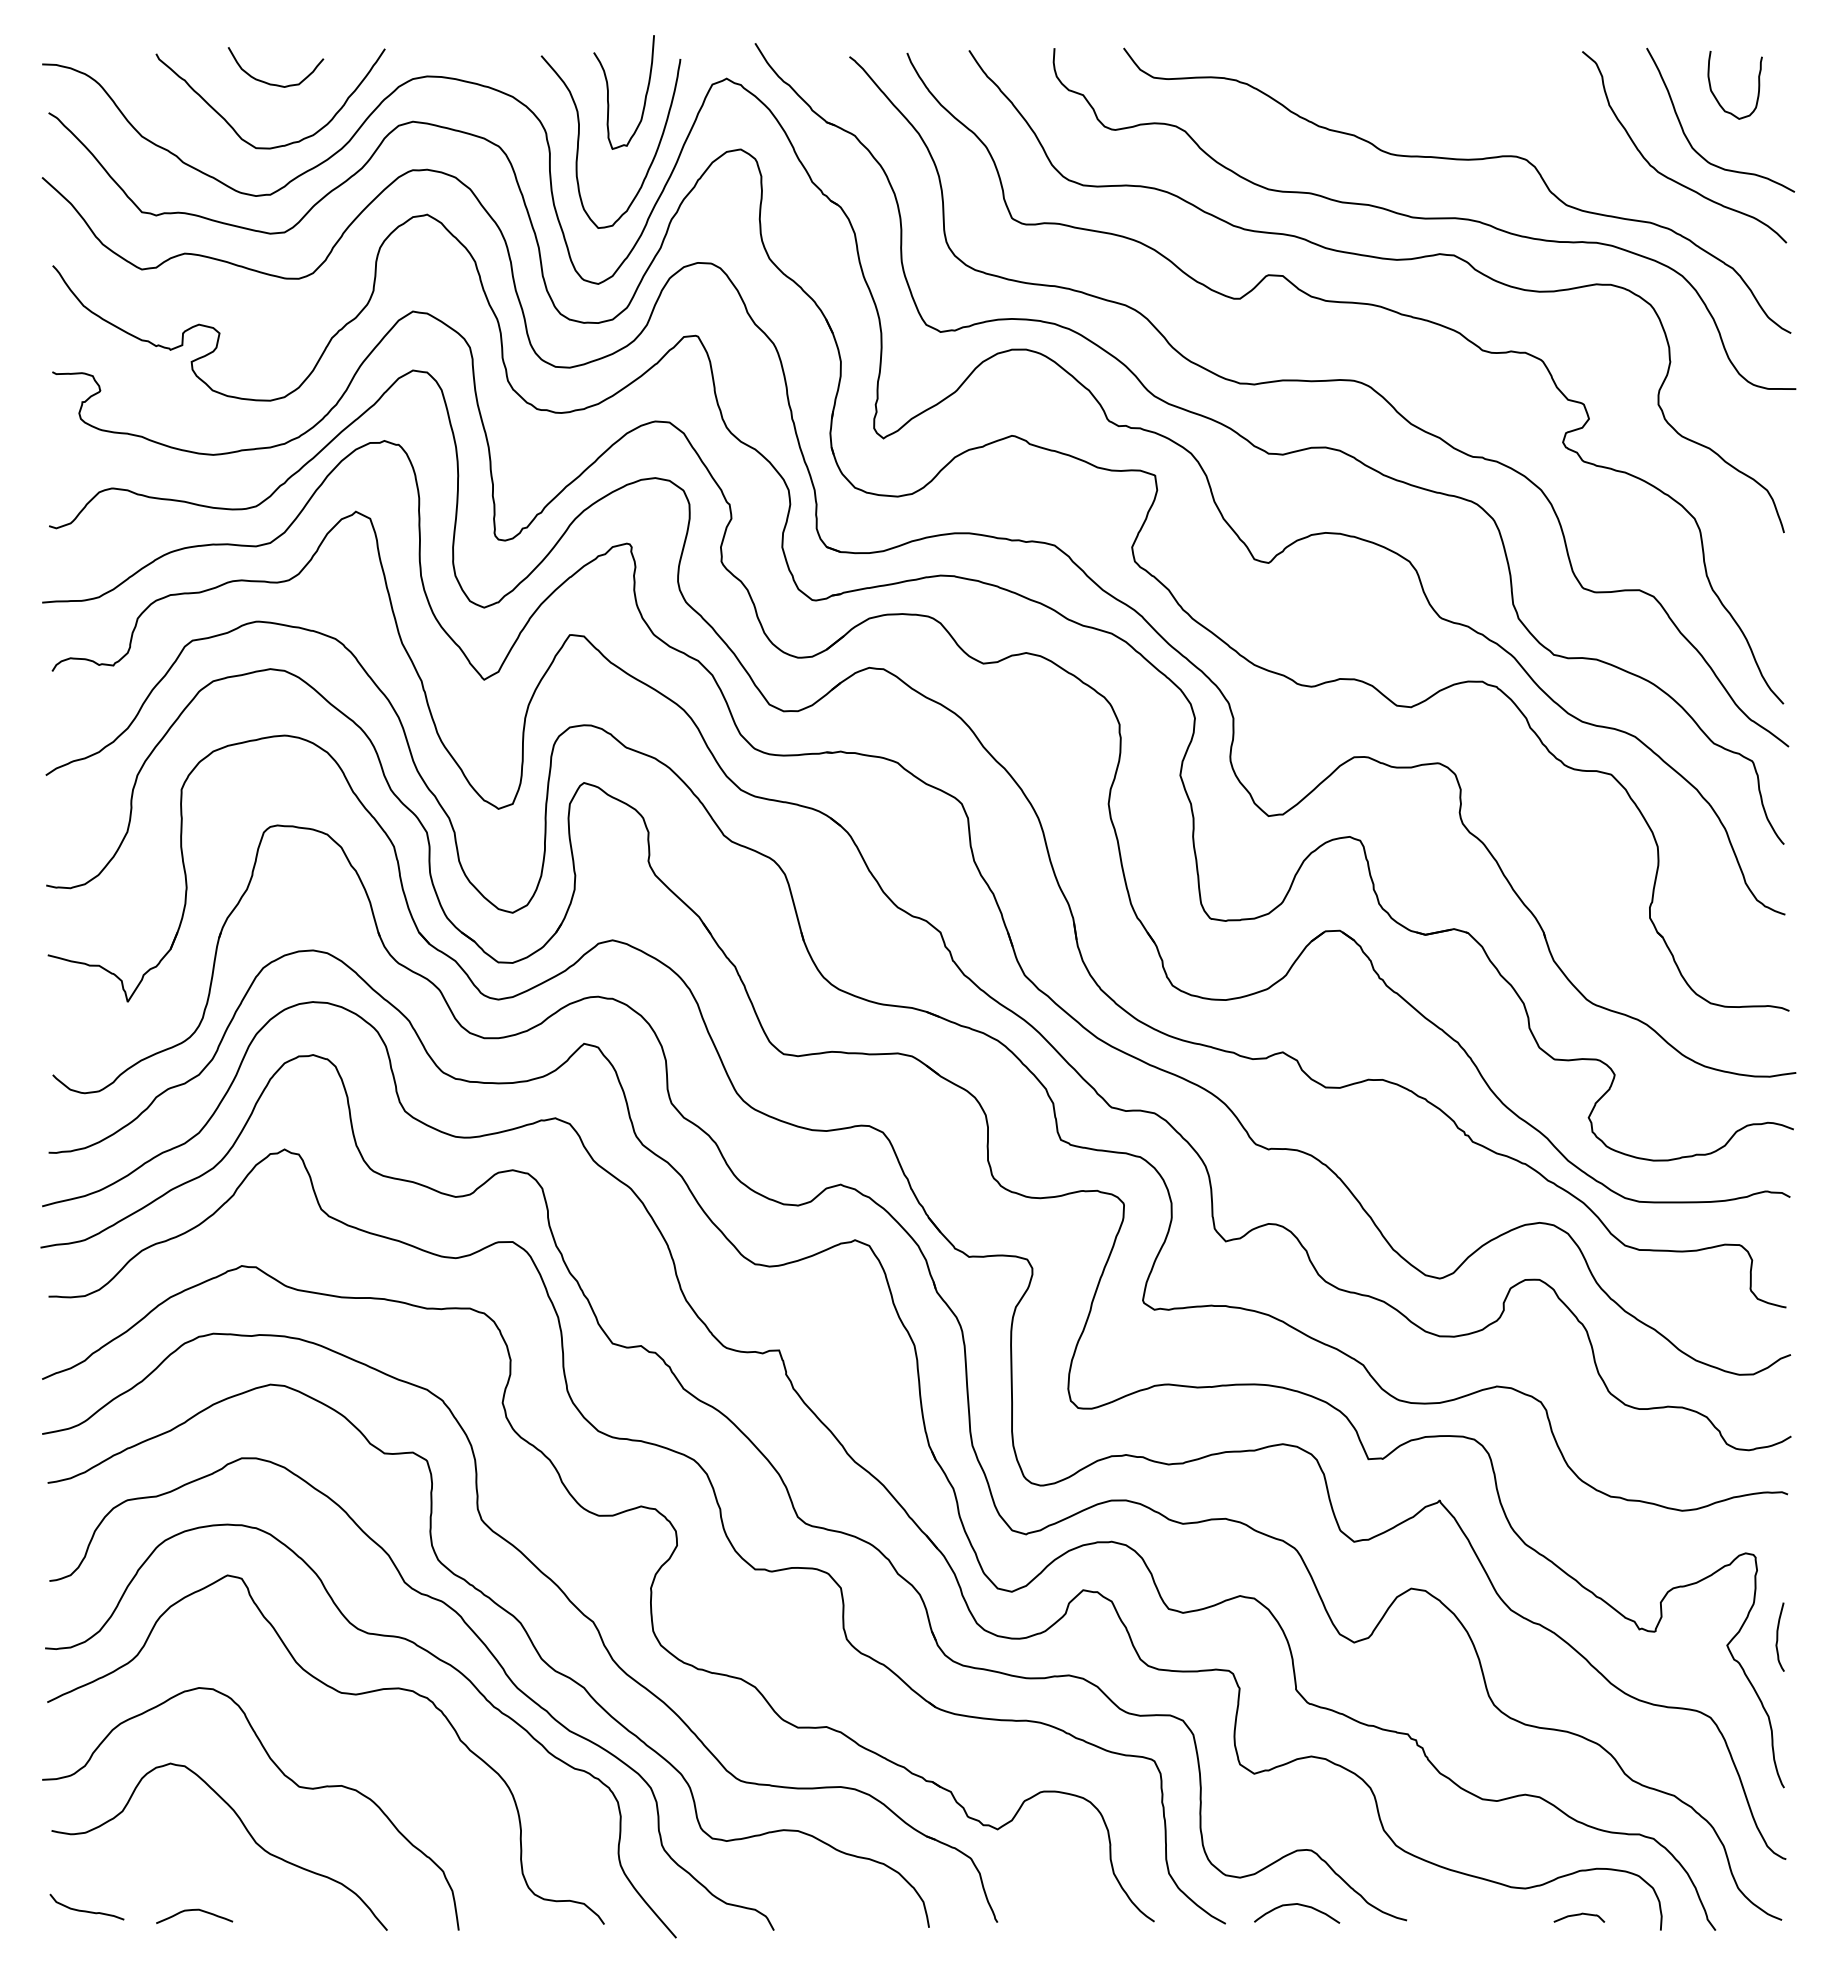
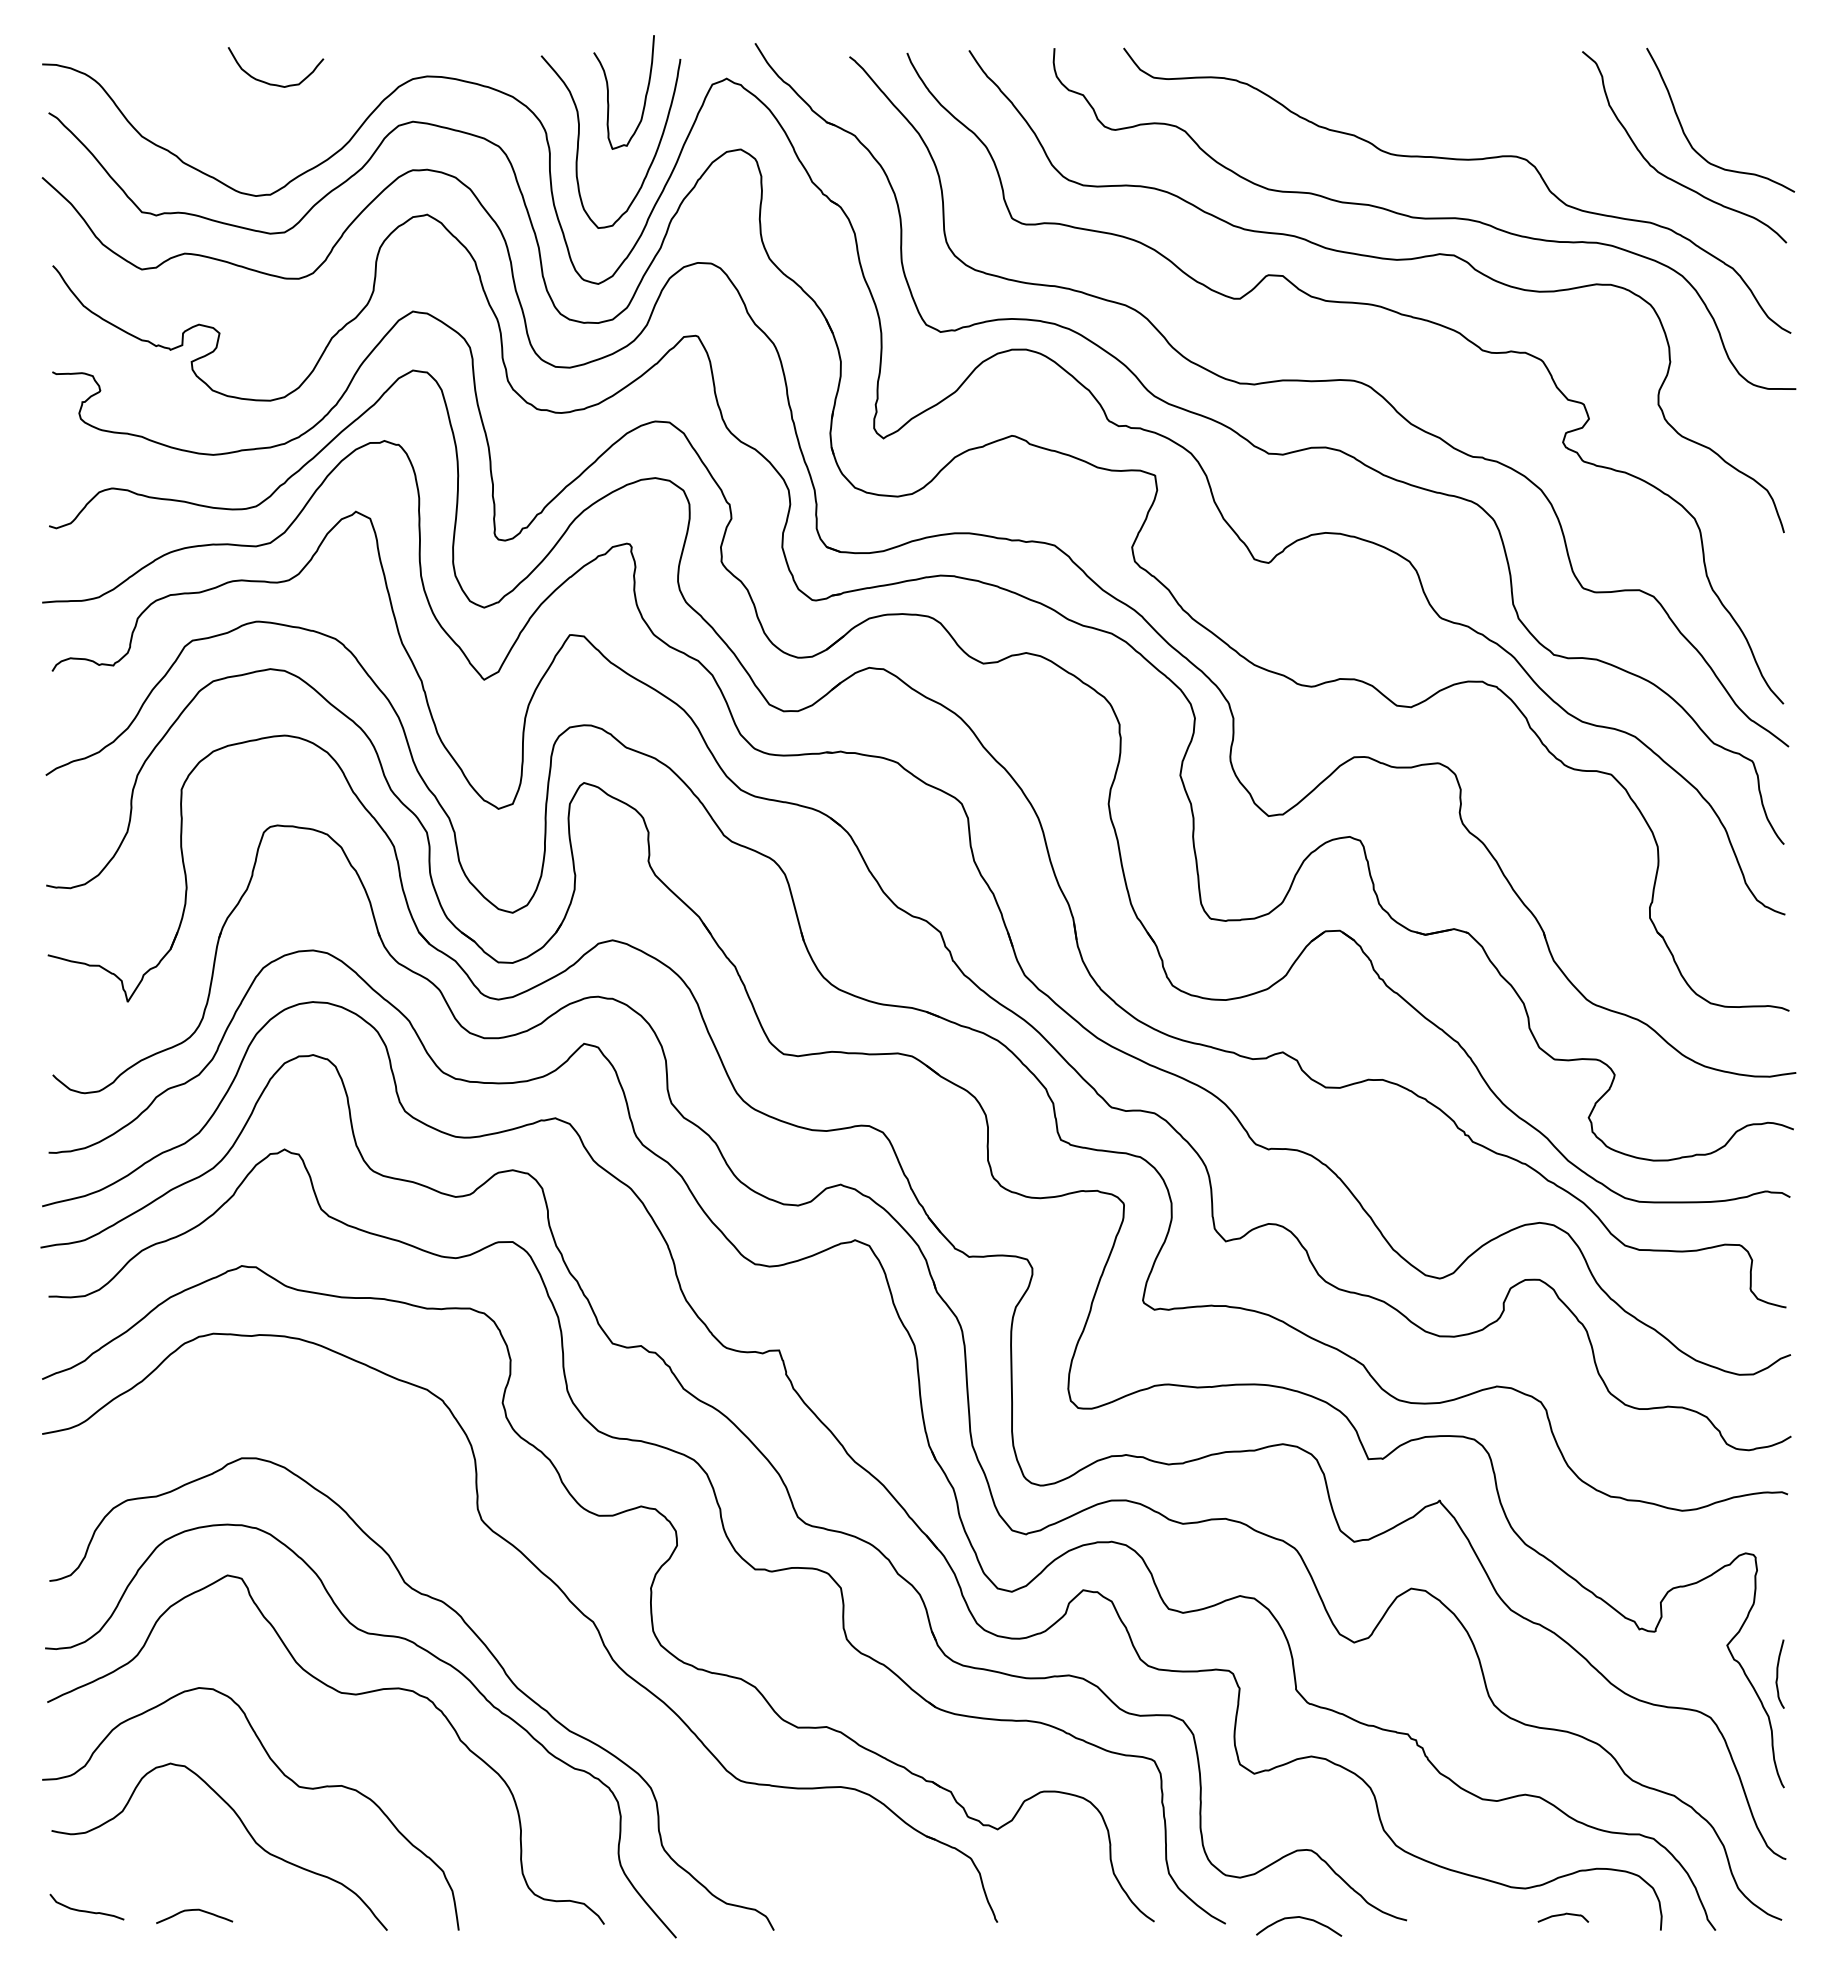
curve at (1715, 95): present -> none
curve at (234, 128): present -> none
curve at (524, 1631): present -> none
curve at (1778, 1636) position: (1778, 1636) -> (1778, 1673)
curve at (1298, 1905) position: (1298, 1905) -> (1300, 1918)
curve at (1579, 1915) position: (1579, 1915) -> (1563, 1915)
